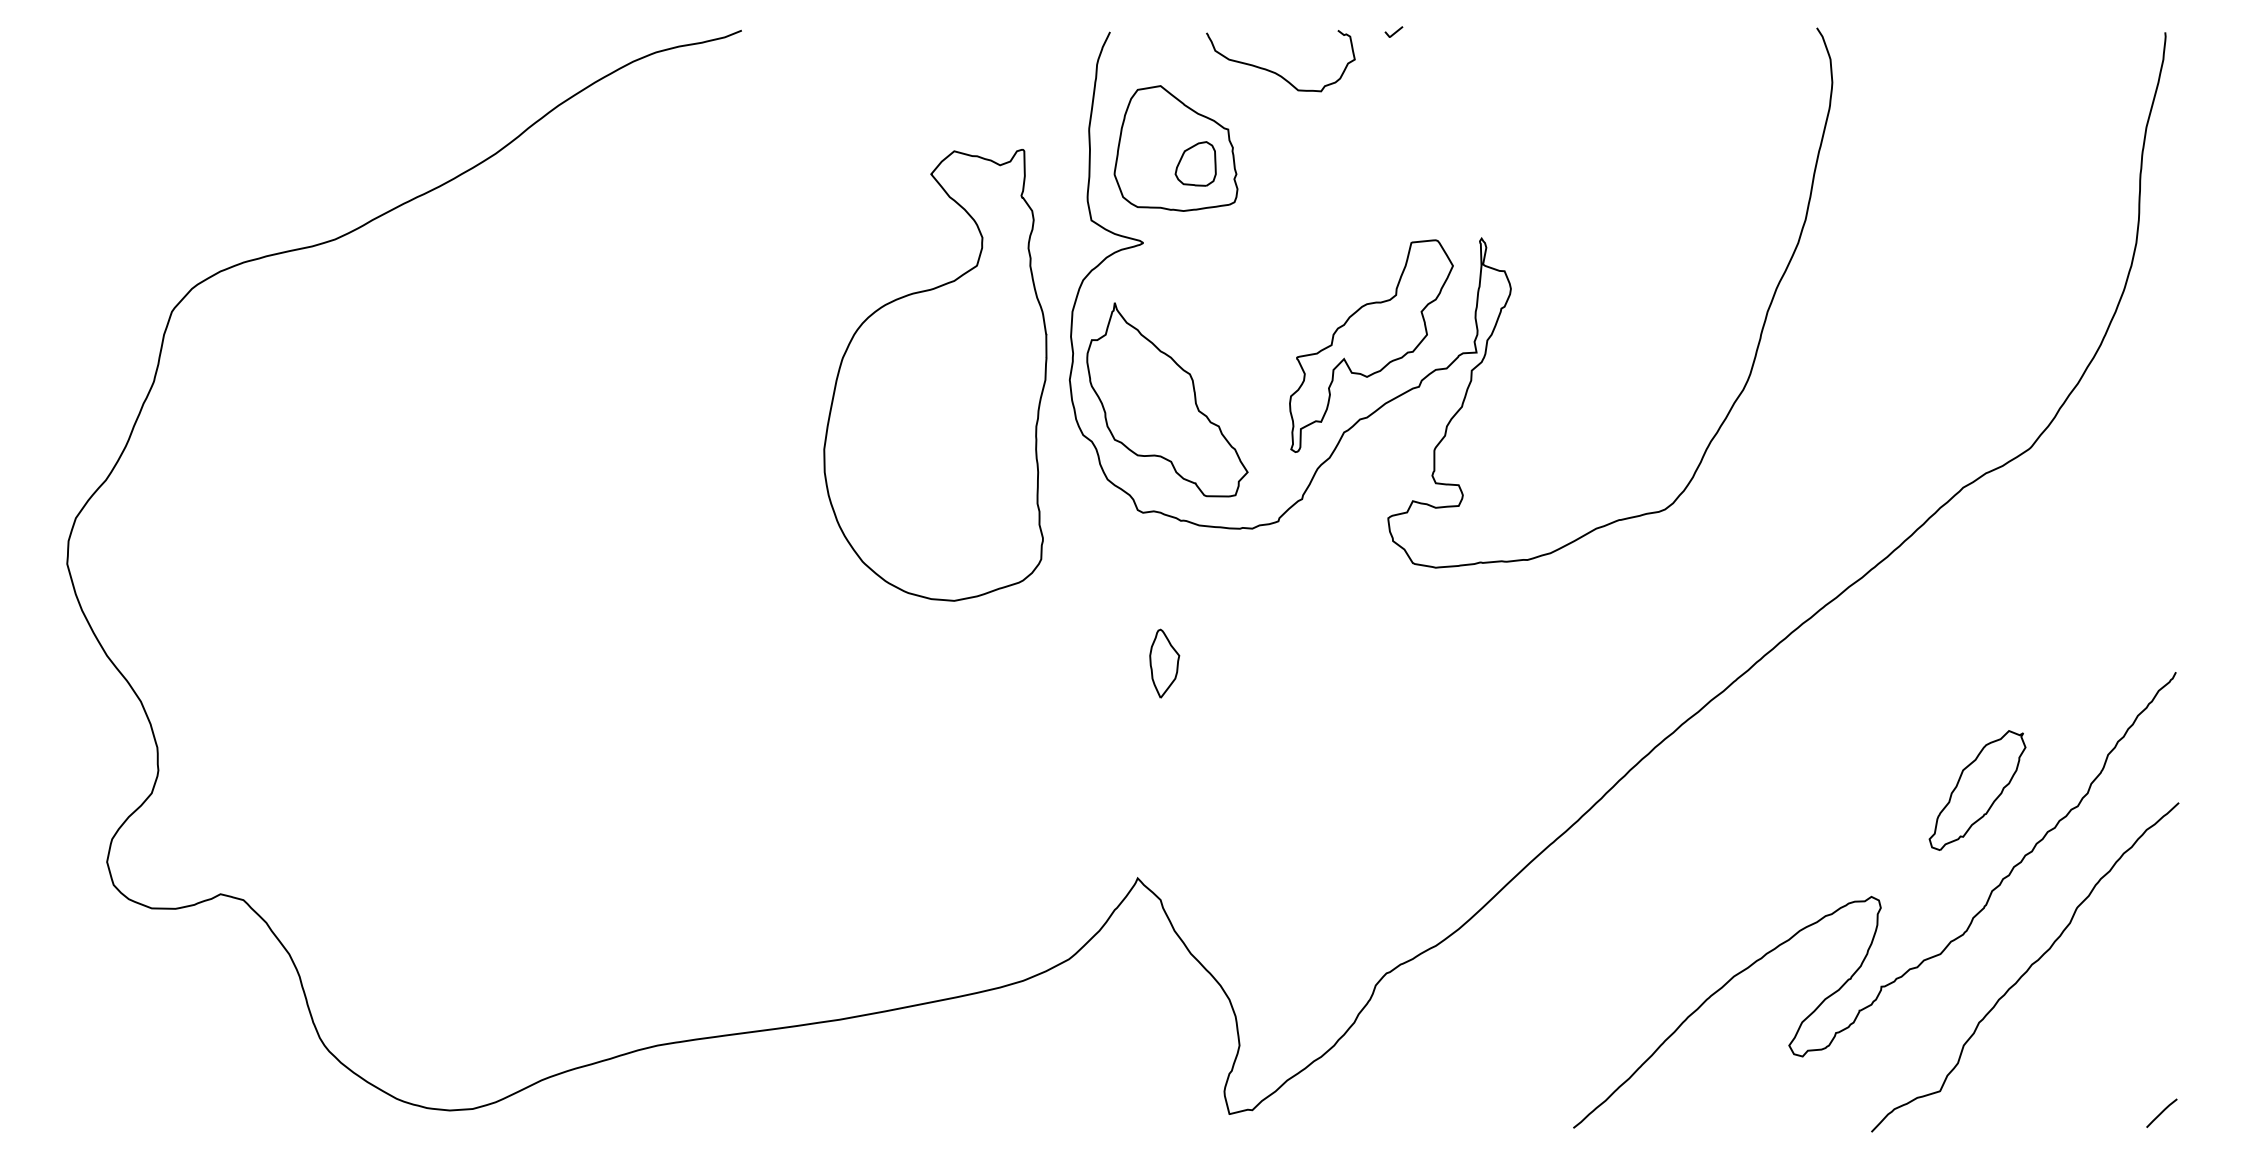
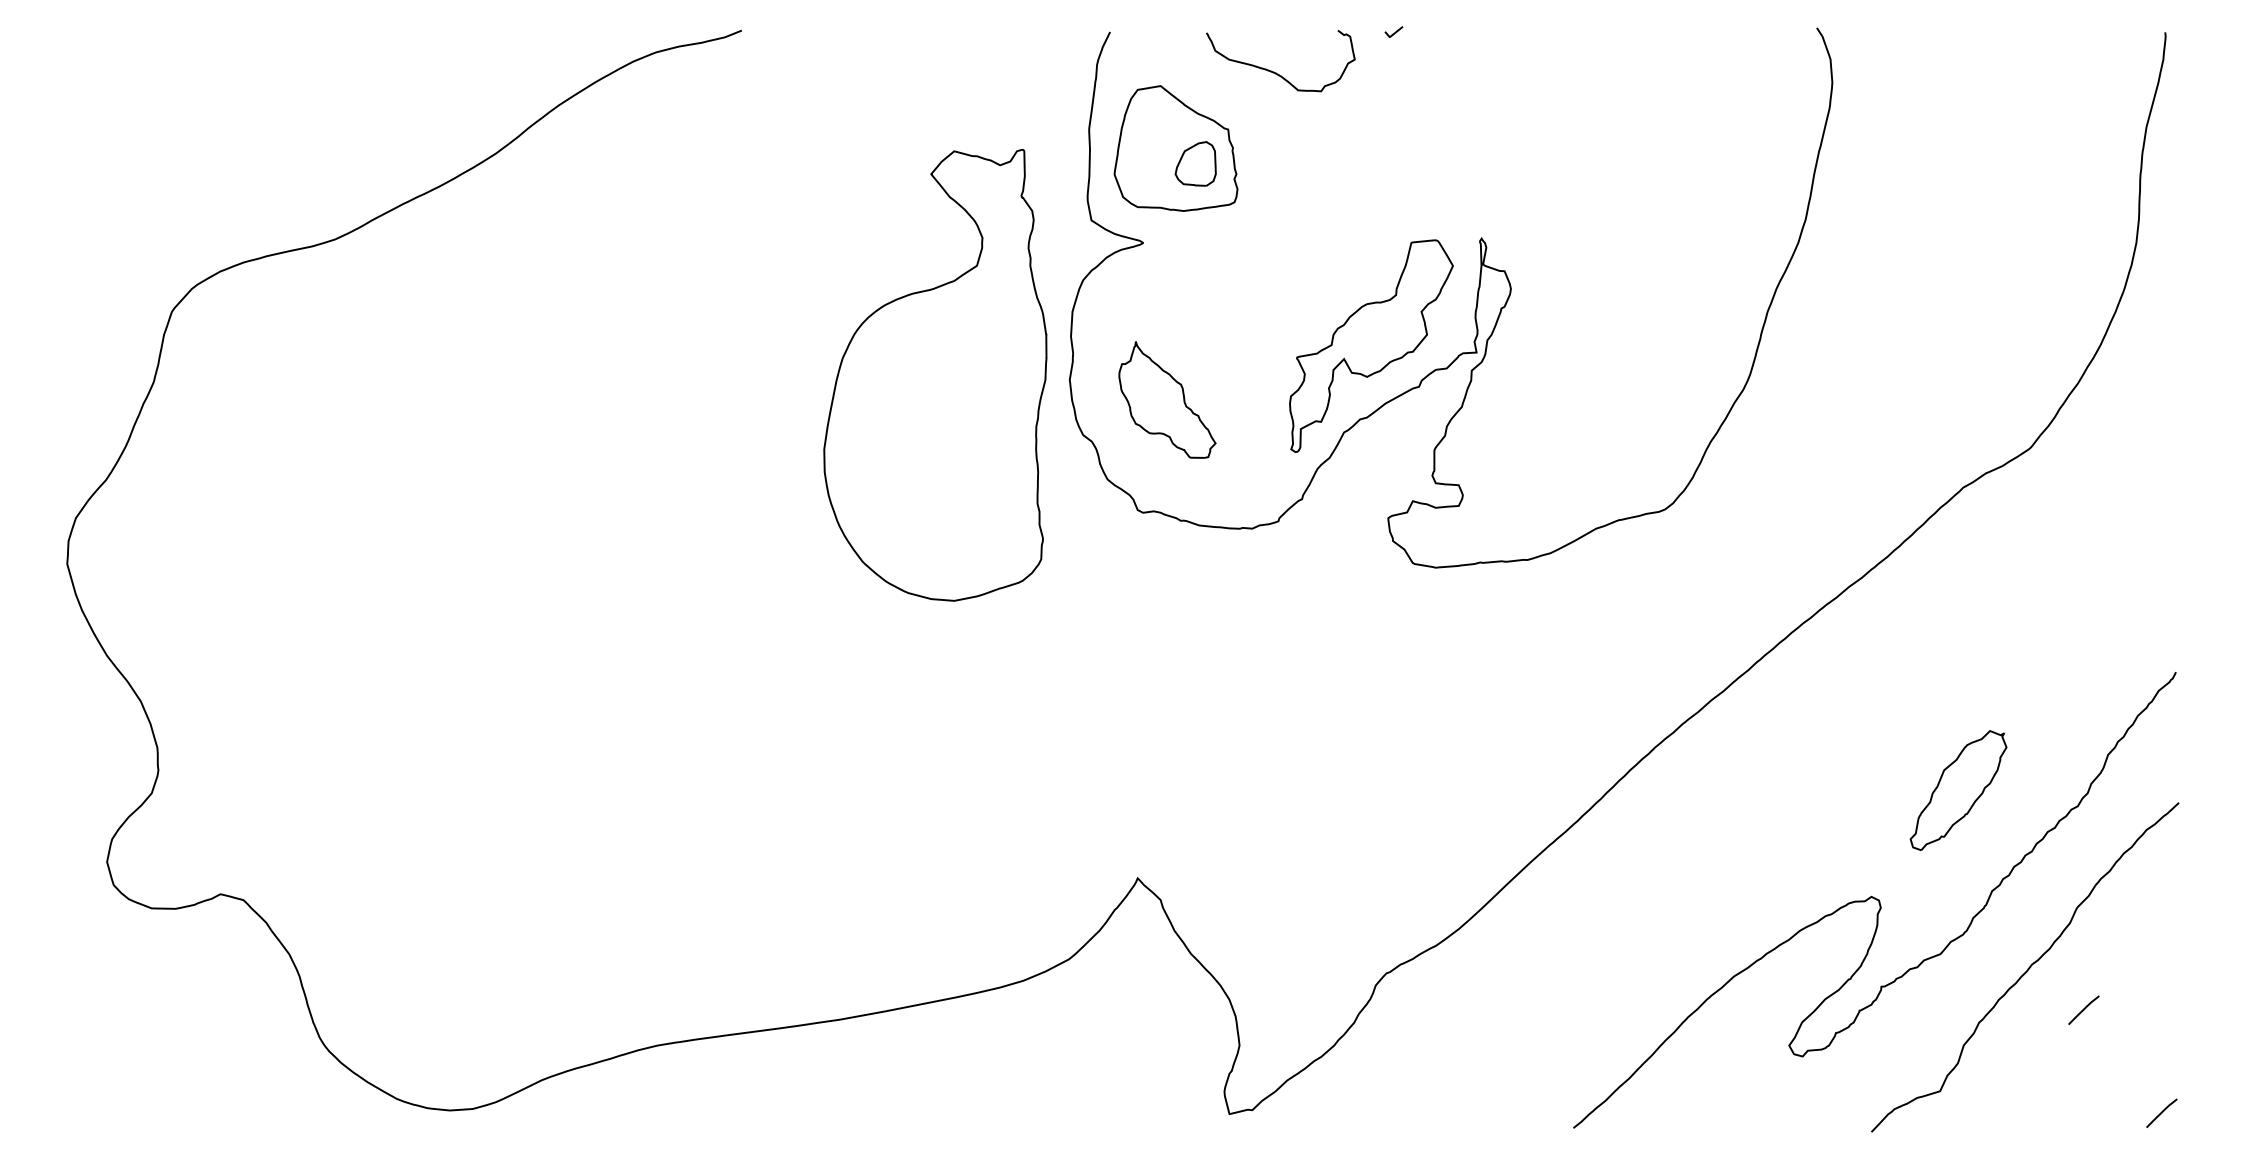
part at (1167, 399) size: 163x196 px -> 99x118 px
part at (1164, 663): present -> none
part at (1977, 790) position: (1977, 790) -> (1958, 790)
line at (2083, 1009): none -> present
